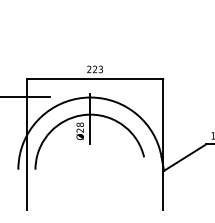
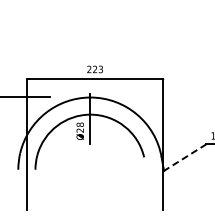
line at (185, 157): solid -> dashed
